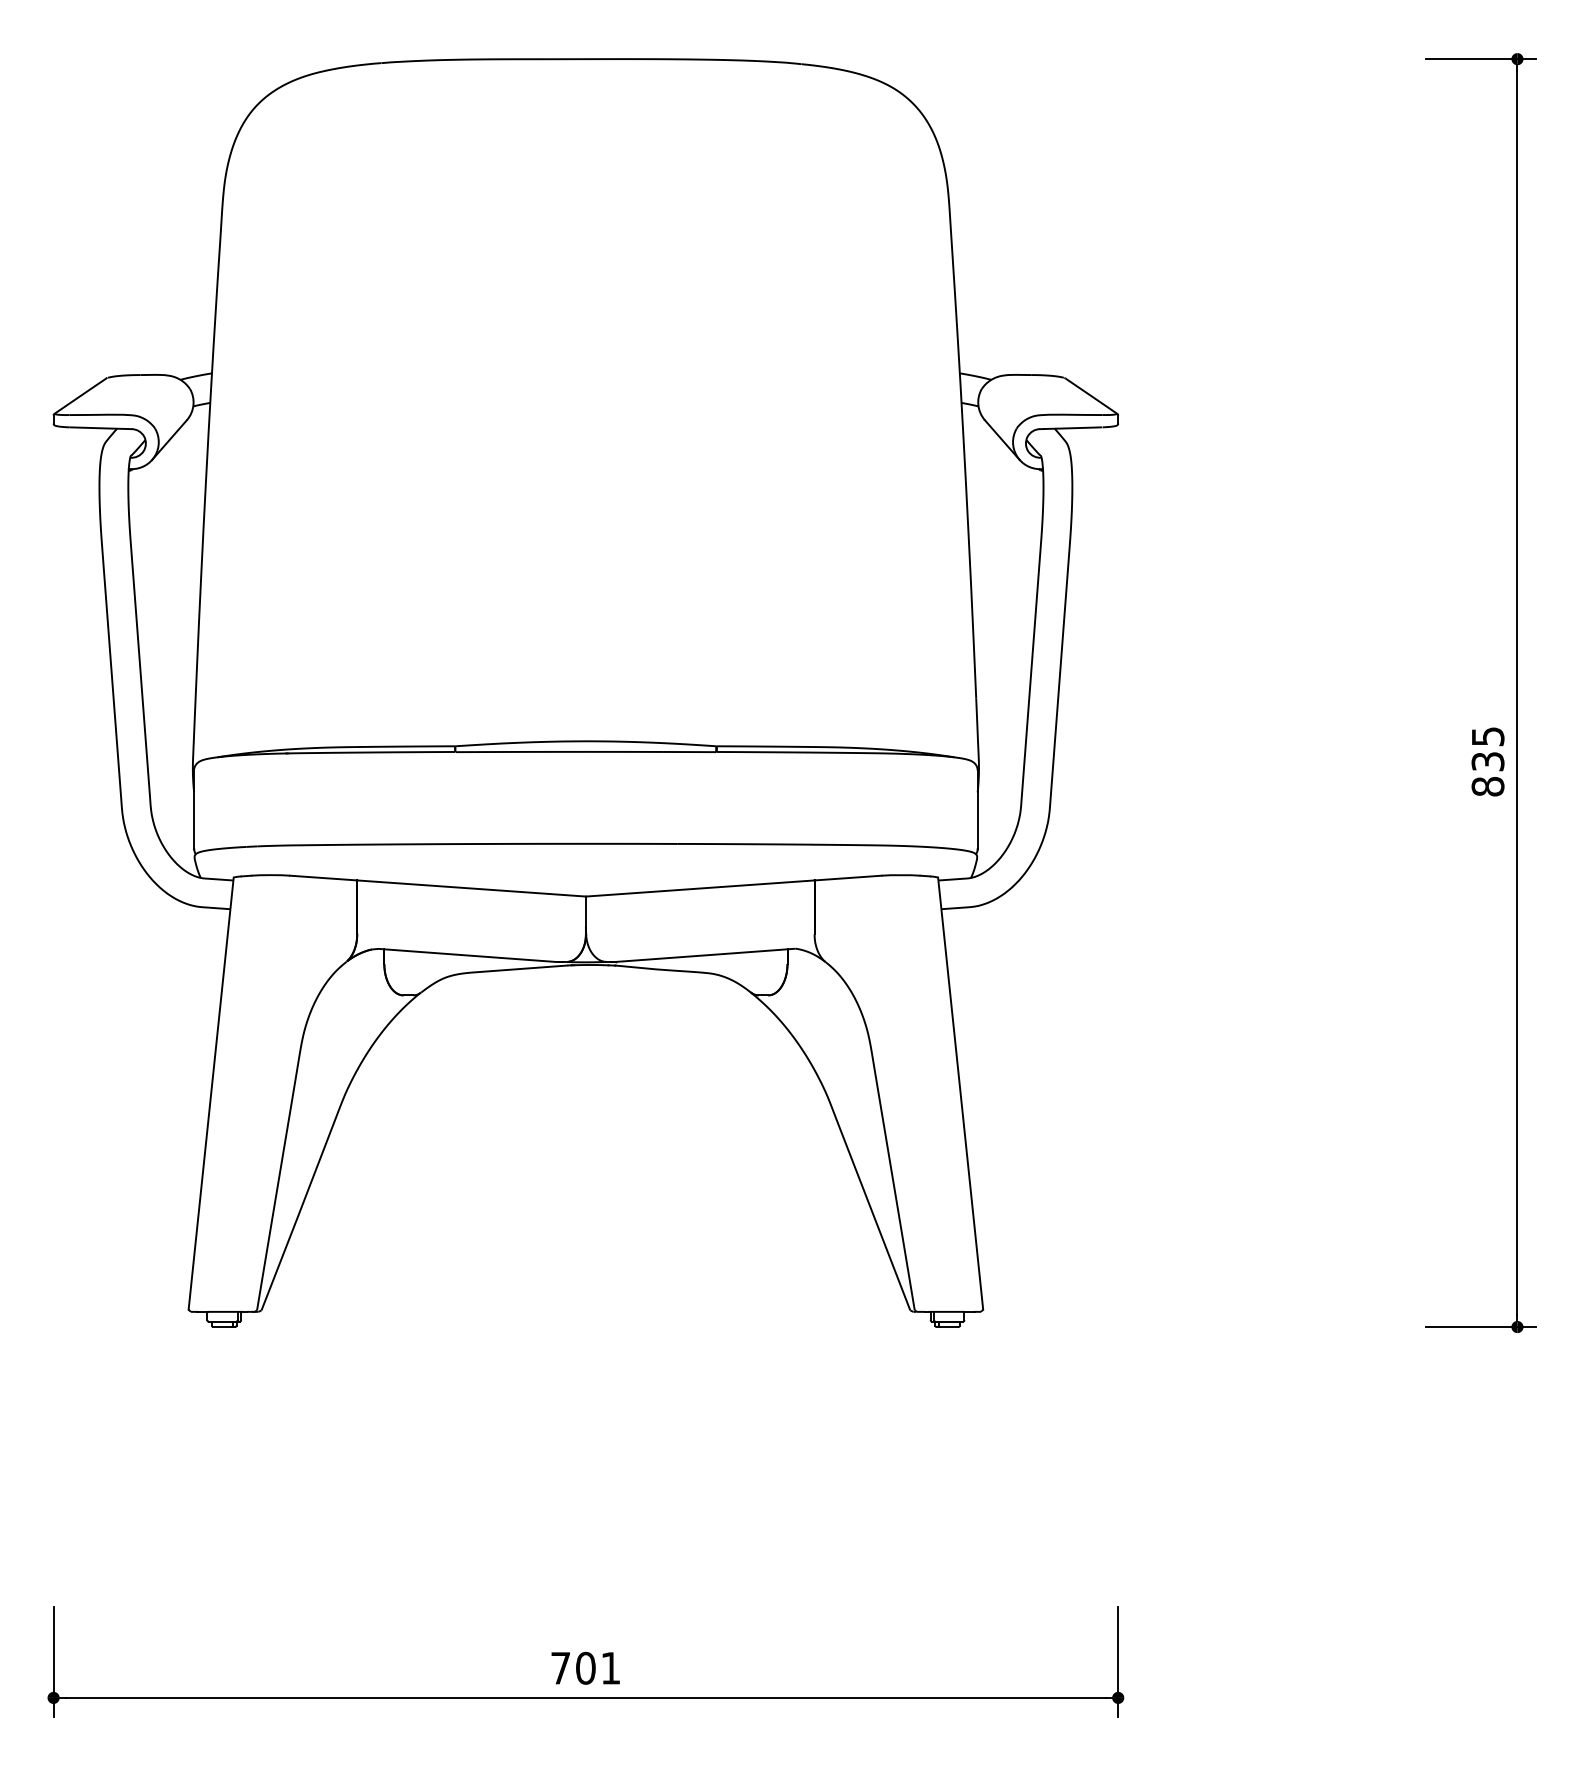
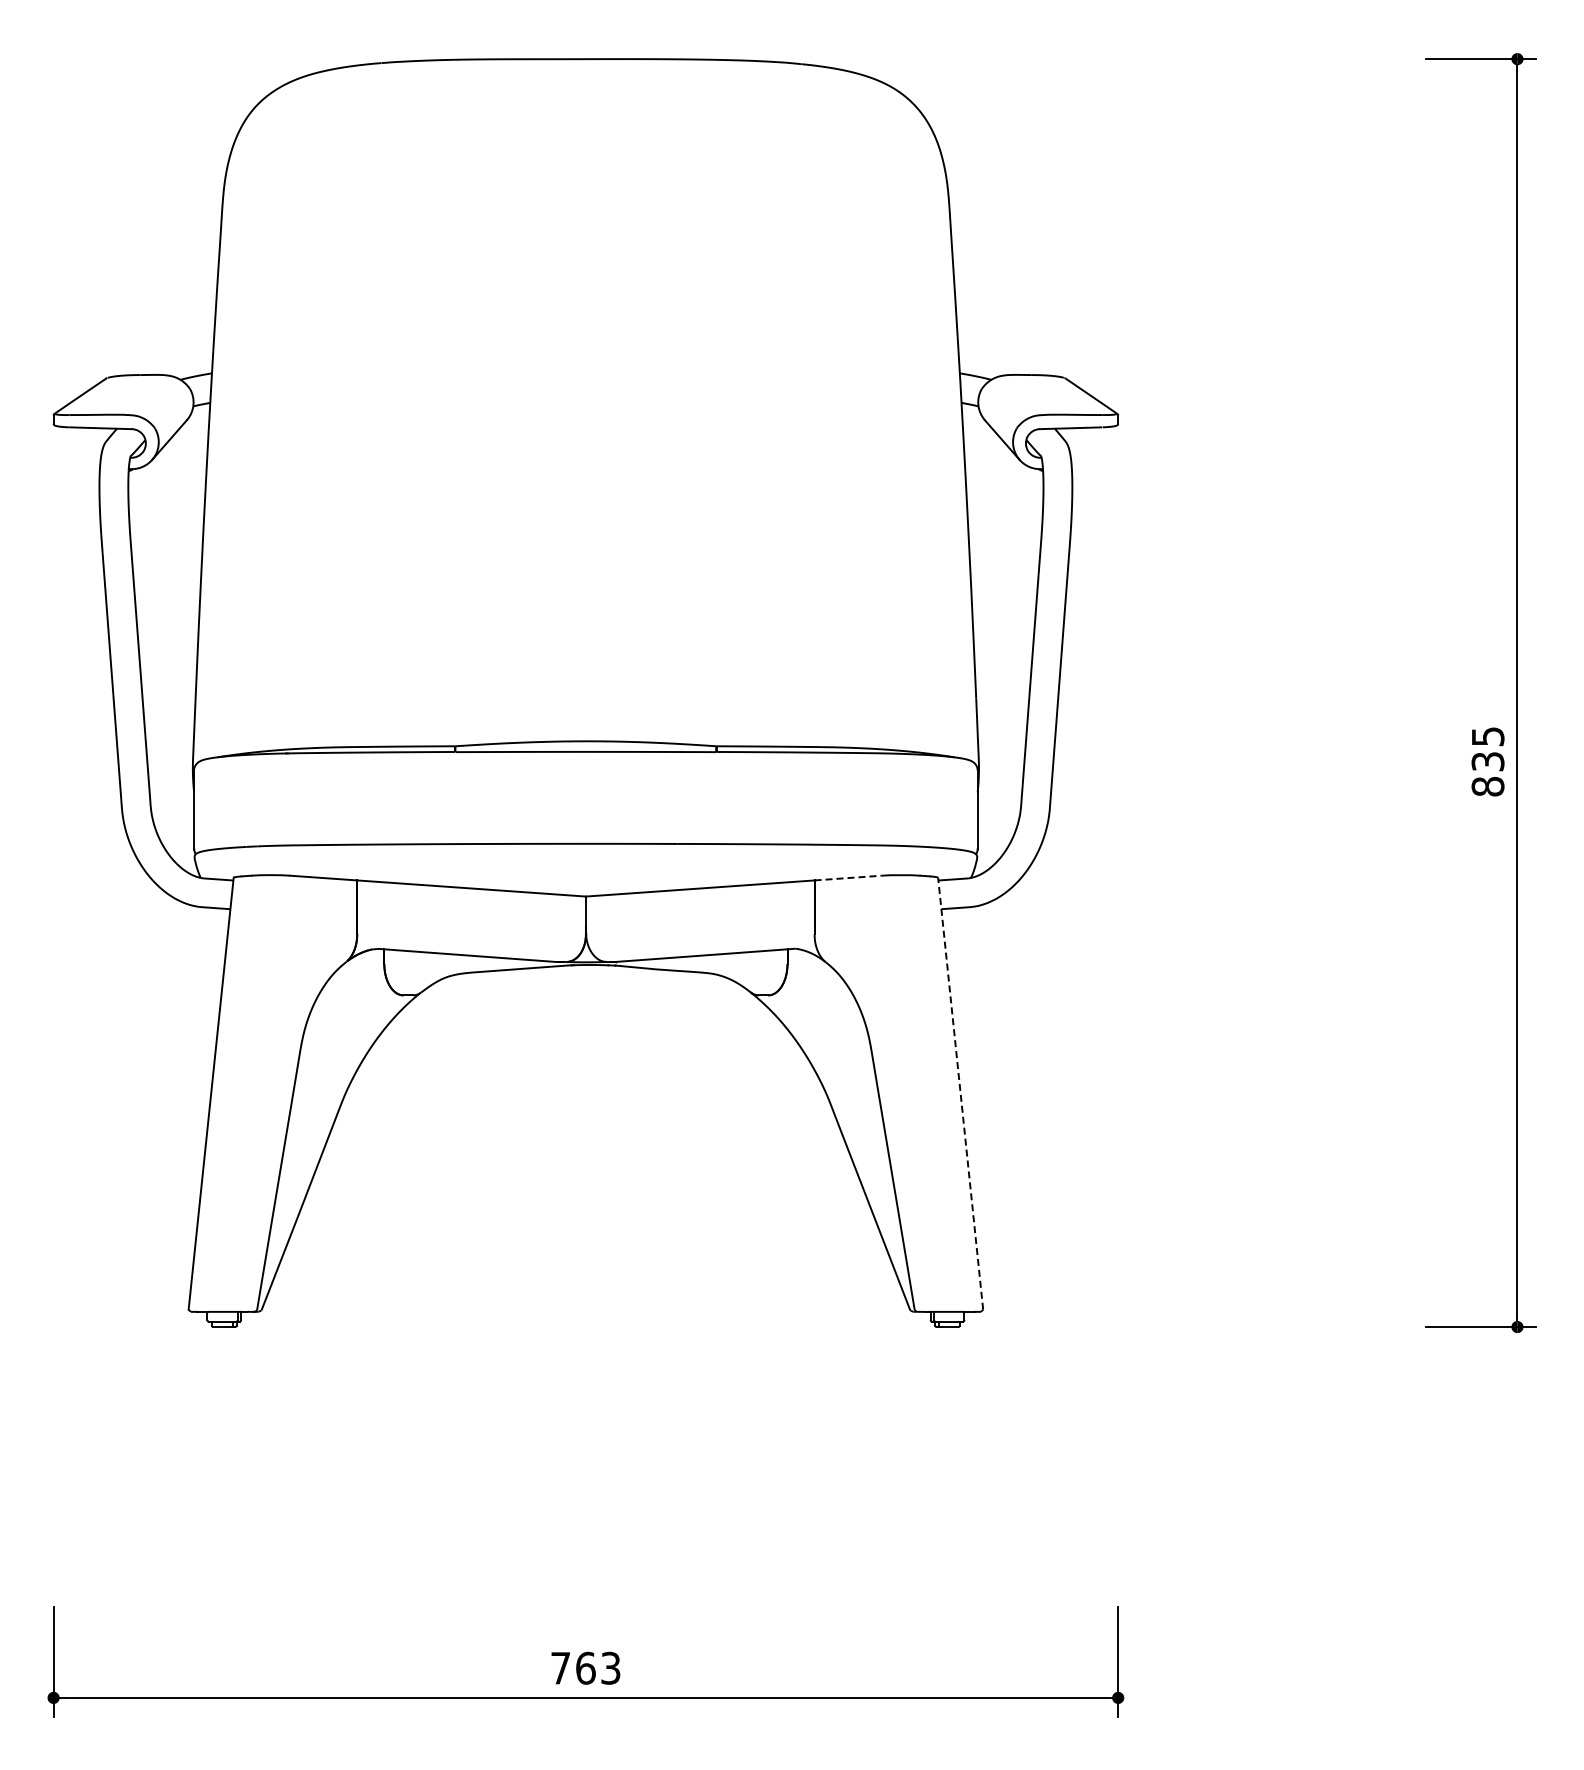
line at (848, 878): solid -> dashed
line at (960, 1093): solid -> dashed
text at (598, 1667): 701 -> 763
